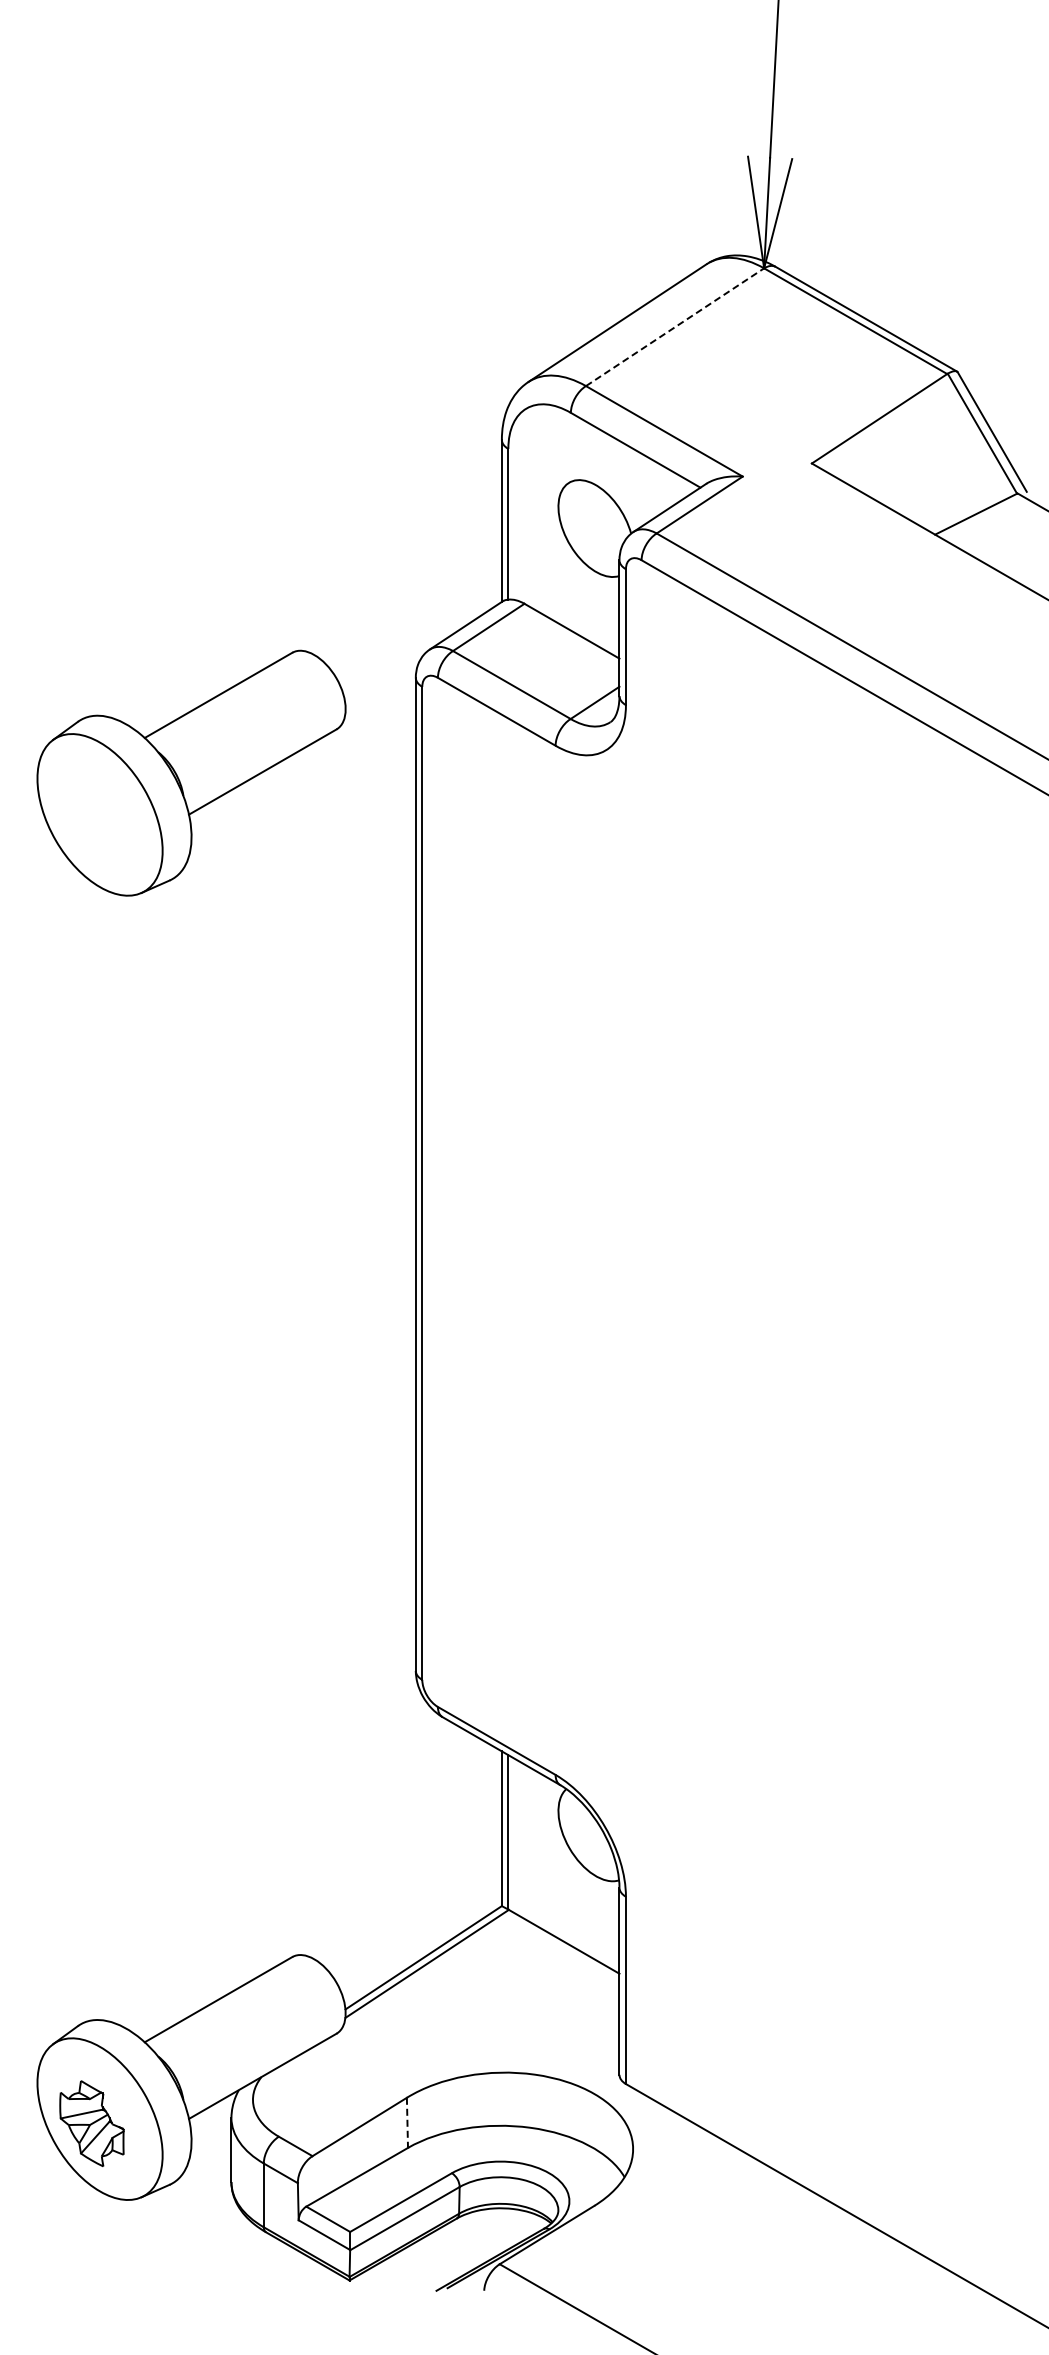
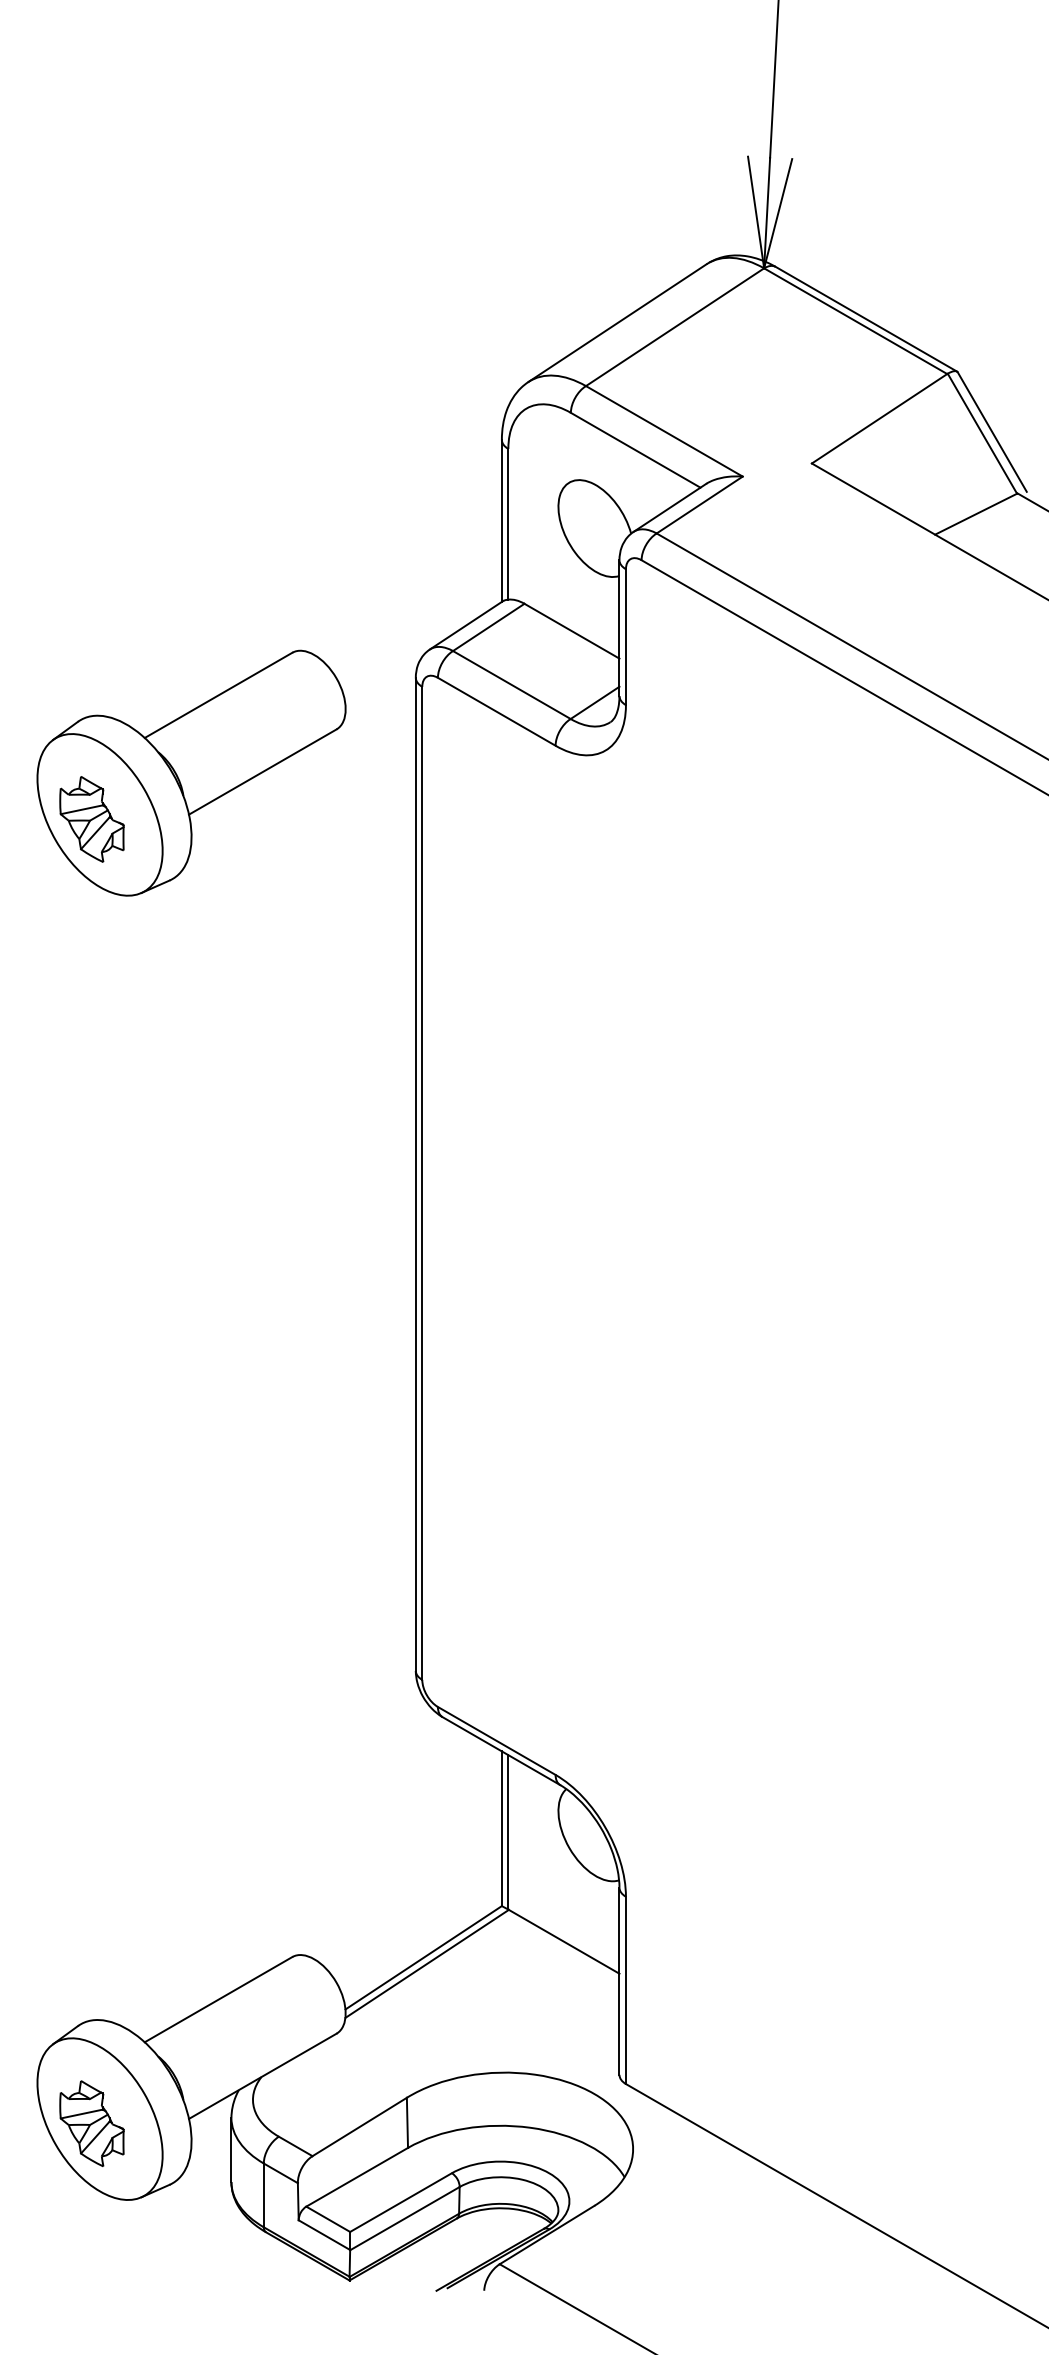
line at (675, 327): dashed -> solid
part at (91, 819): none -> present
line at (407, 2123): dashed -> solid
